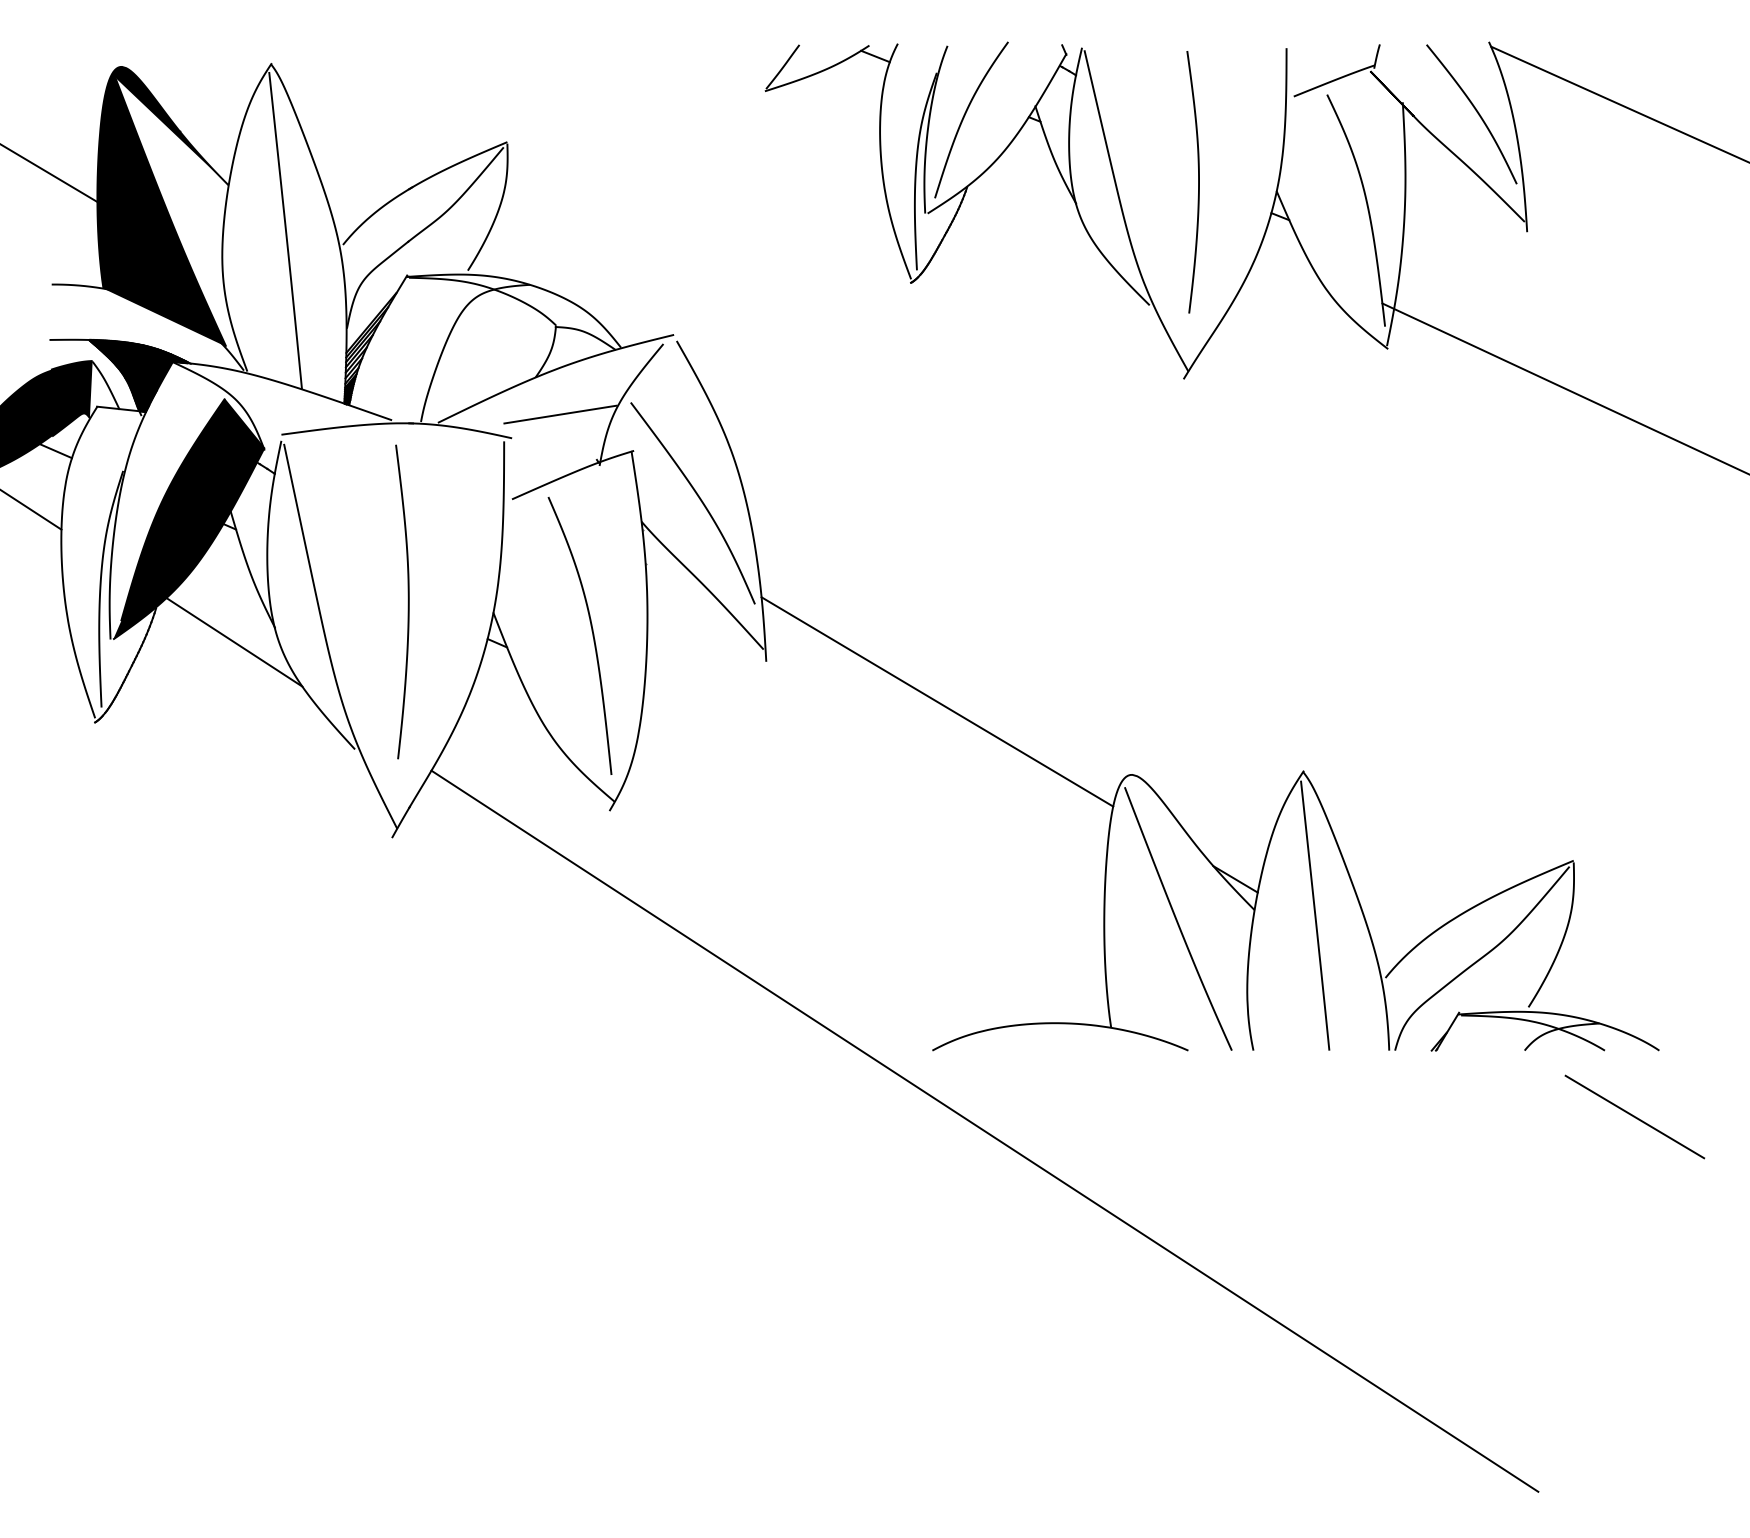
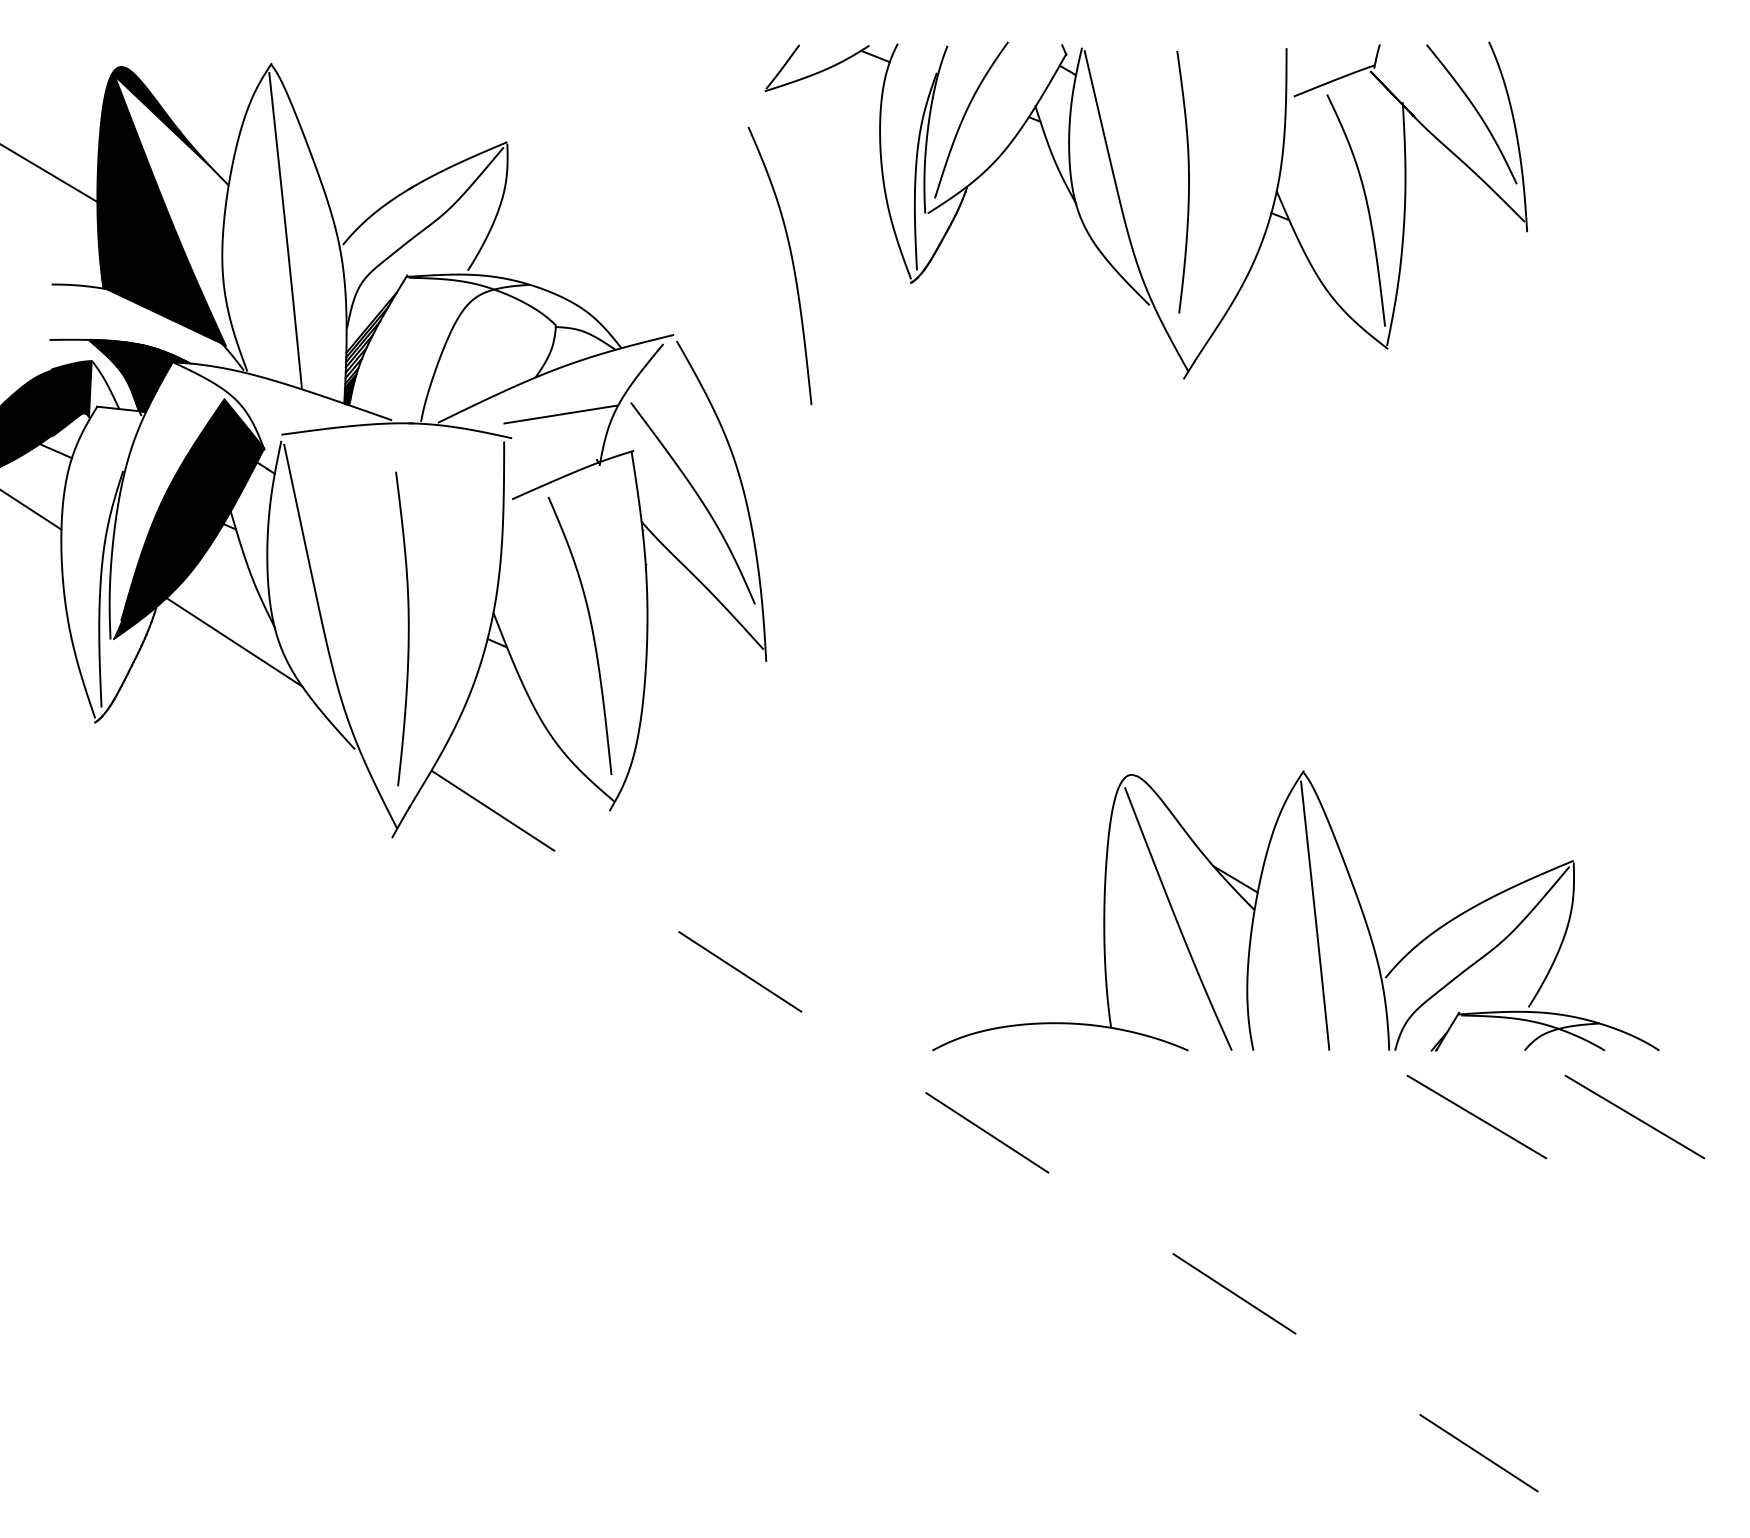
line at (1618, 103): present -> none
curve at (1198, 182) position: (1198, 182) -> (1188, 182)
curve at (791, 261): none -> present
line at (1564, 388): present -> none
curve at (407, 601) position: (407, 601) -> (407, 628)
line at (937, 701): present -> none
line at (1476, 1116): none -> present
line at (984, 1131): solid -> dashed
